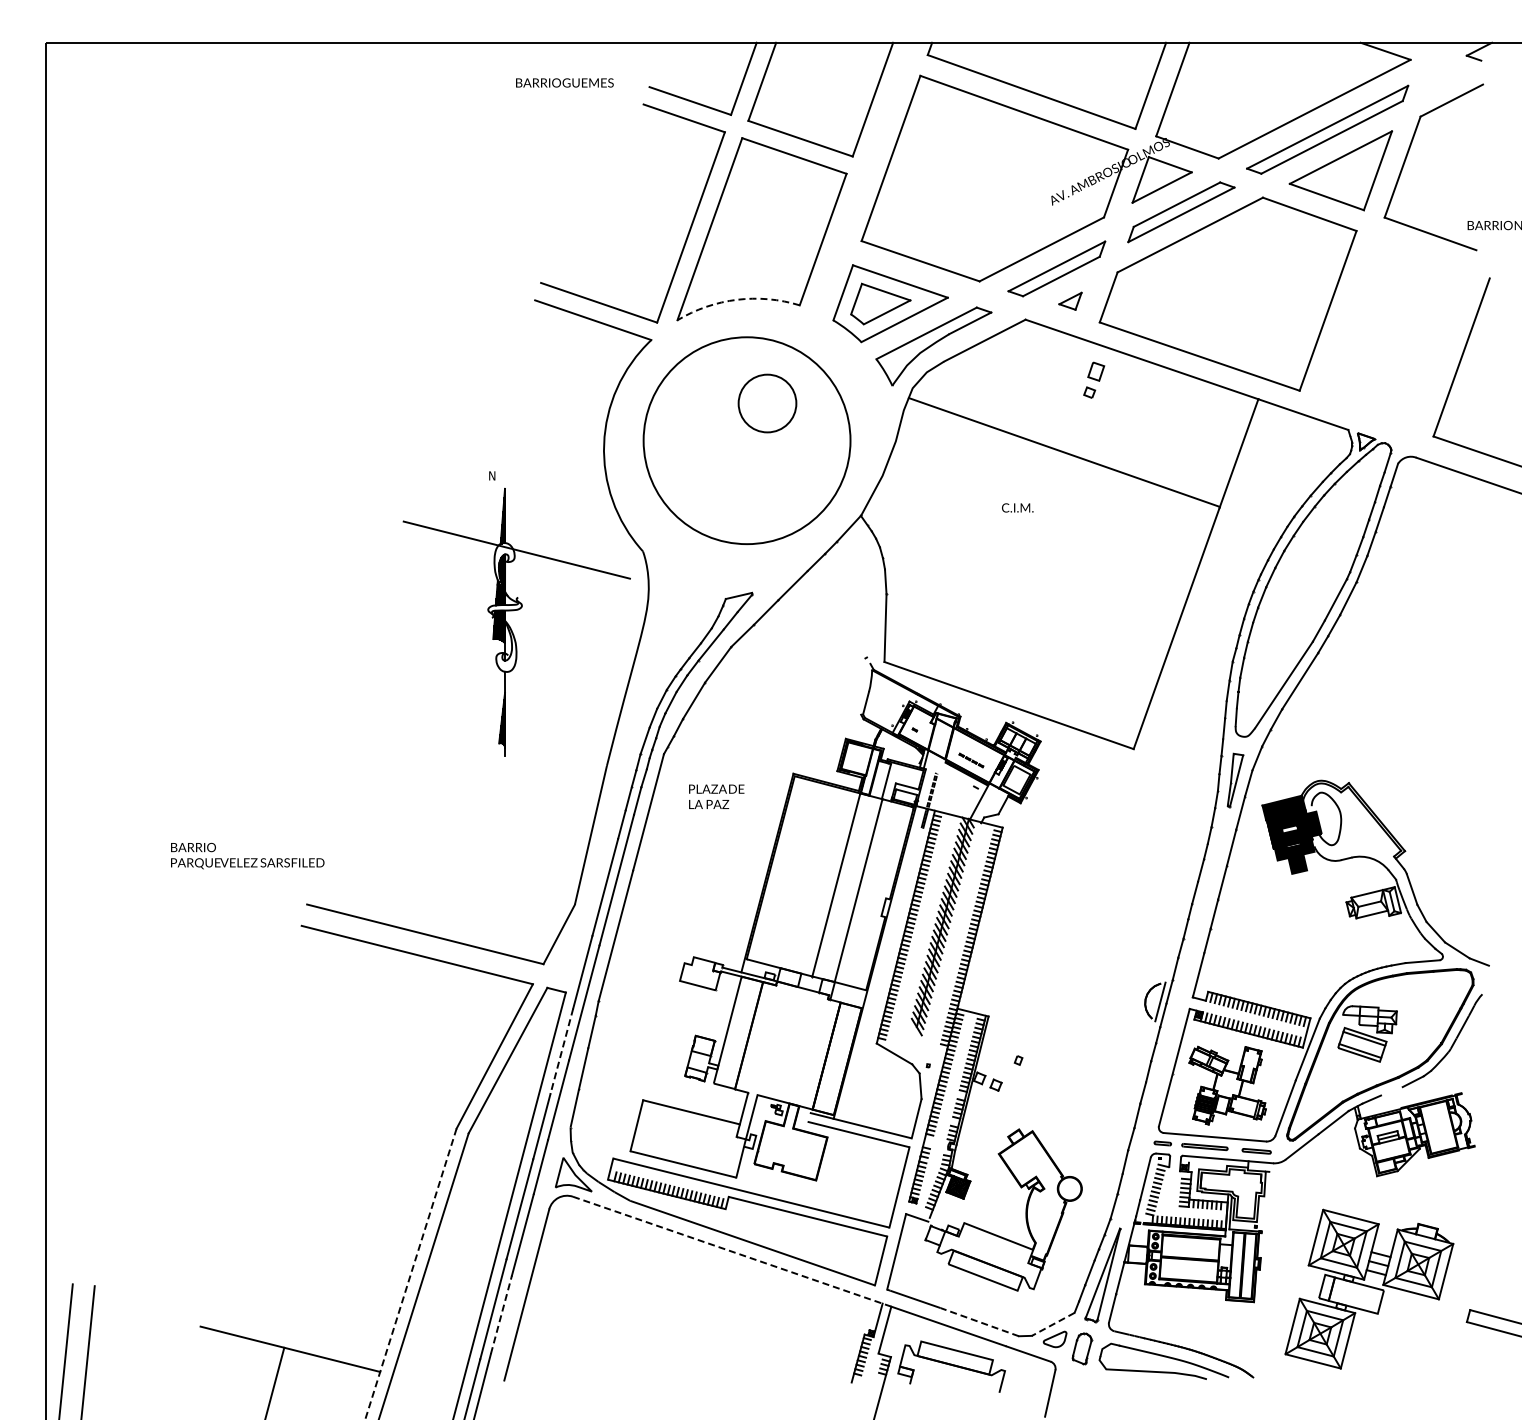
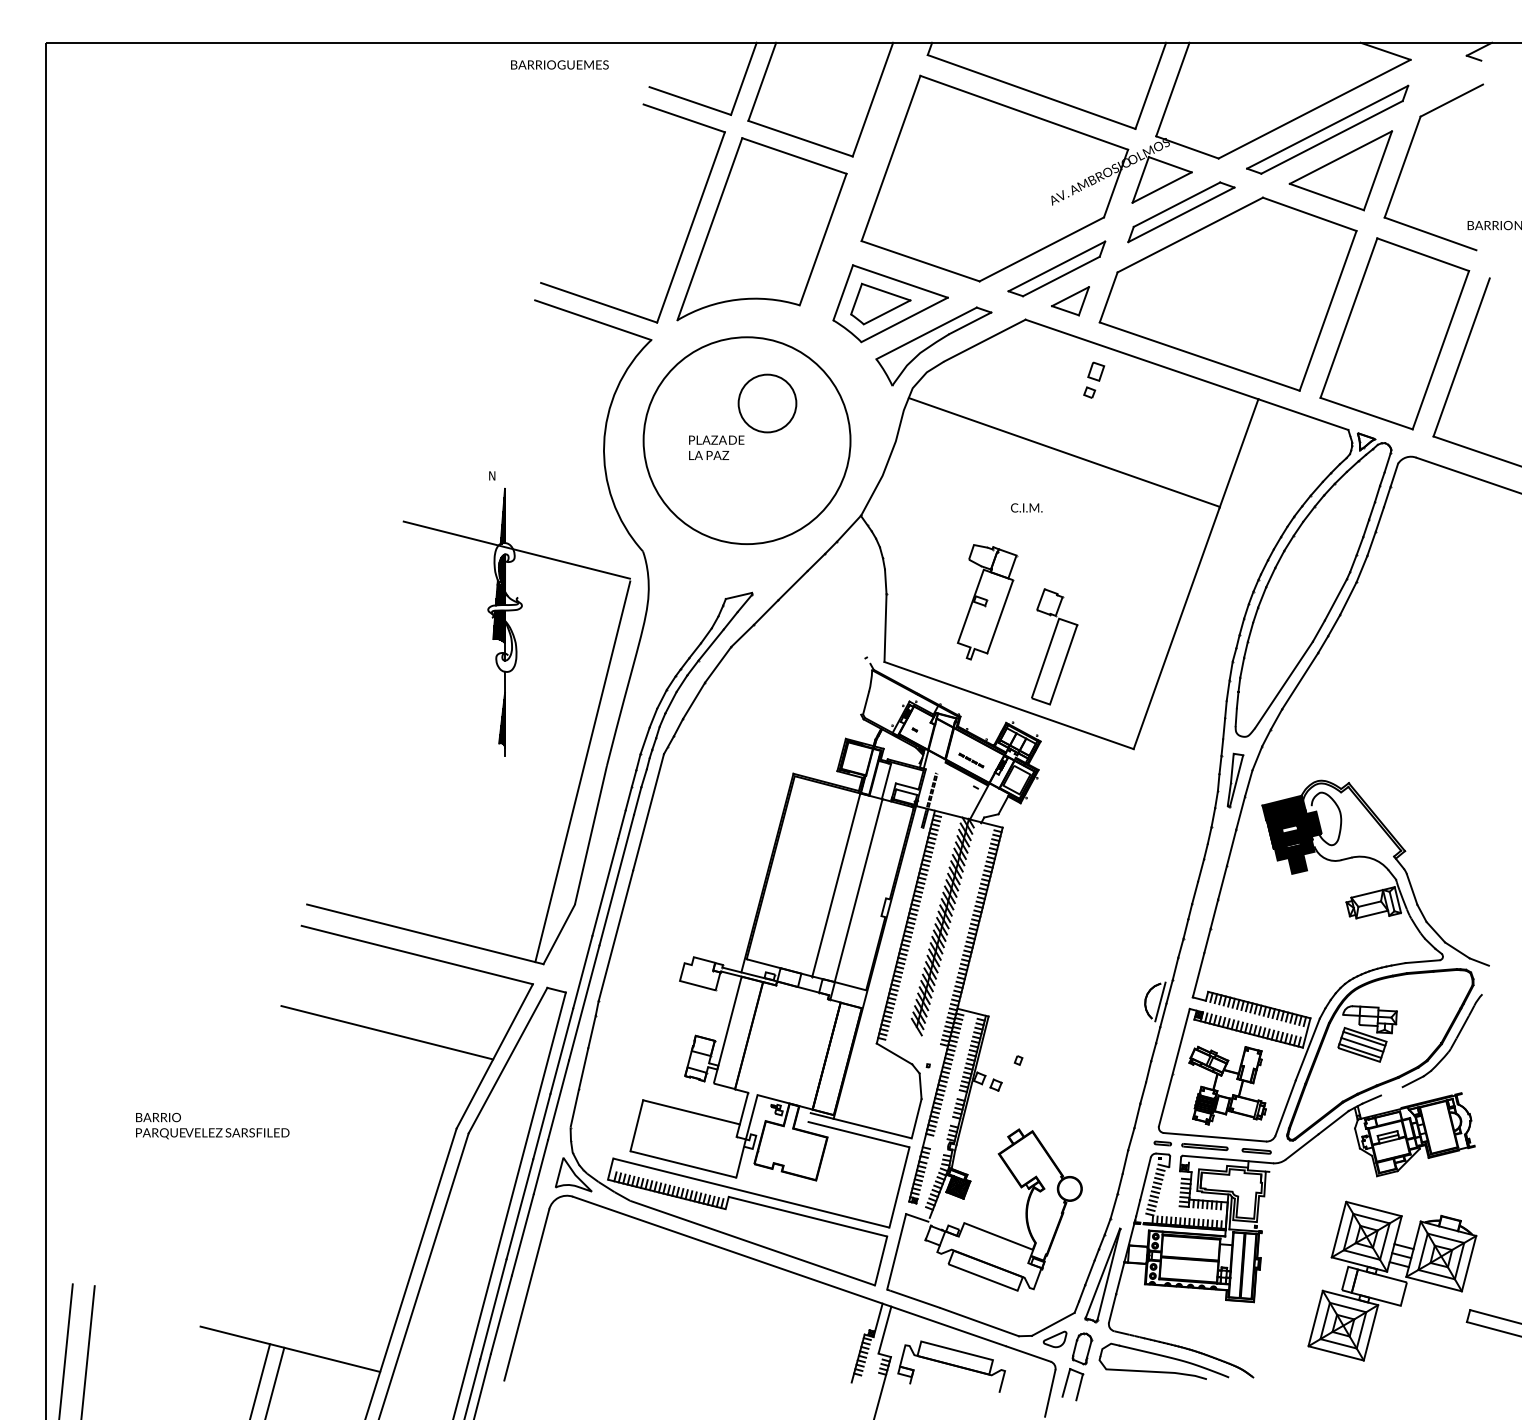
text at (564, 82) position: (564, 82) -> (559, 64)
arc at (737, 299): dashed -> solid
part at (1070, 300) size: 25x20 px -> 39x31 px
part at (1394, 333): none -> present
text at (1017, 507) position: (1017, 507) -> (1026, 507)
part at (987, 602): none -> present
part at (1054, 646): none -> present
line at (582, 771): none -> present
text at (716, 796) position: (716, 796) -> (716, 447)
text at (247, 855) position: (247, 855) -> (212, 1125)
line at (387, 1032): none -> present
line at (1362, 1044): none -> present
line at (561, 1051): dashed -> solid
line at (732, 1251): dashed -> solid
line at (410, 1274): dashed -> solid
part at (1369, 1288) position: (1369, 1288) -> (1392, 1280)
line at (501, 1314): dashed -> solid
line at (979, 1322): dashed -> solid
line at (1052, 1324): dashed -> solid
line at (260, 1380): none -> present
part at (1072, 1384): none -> present
